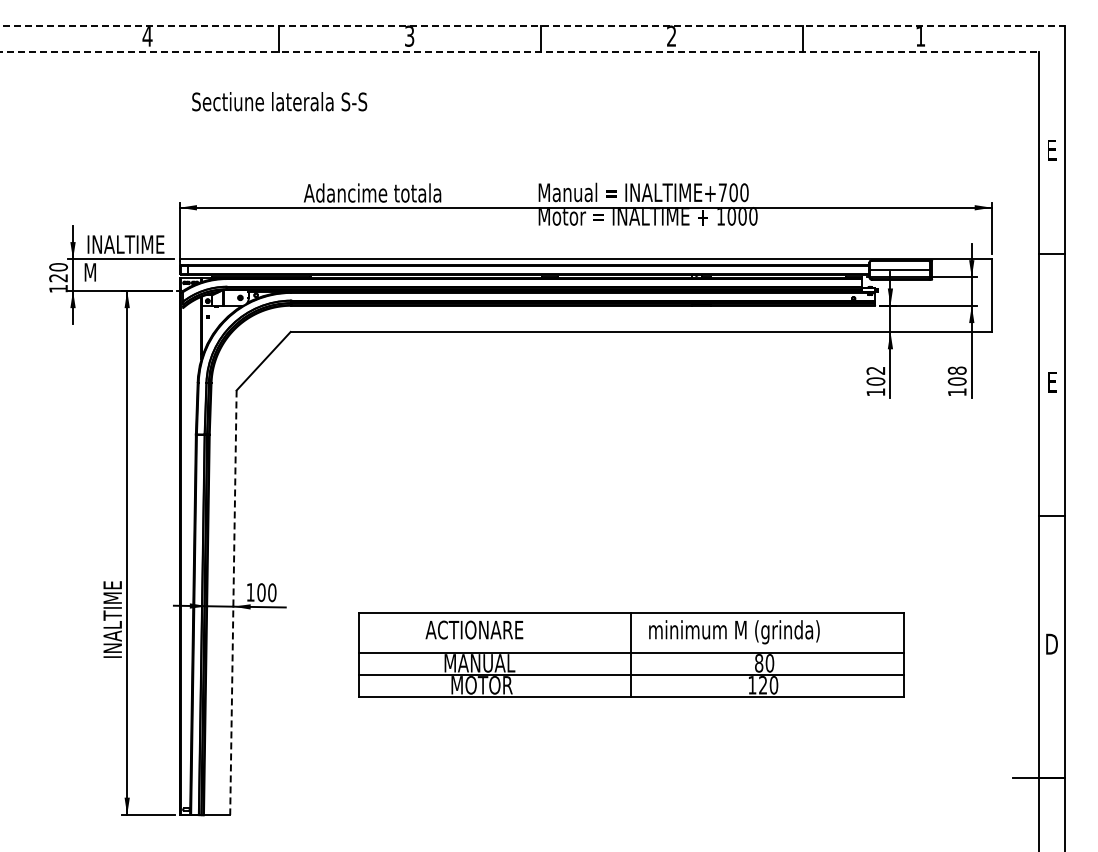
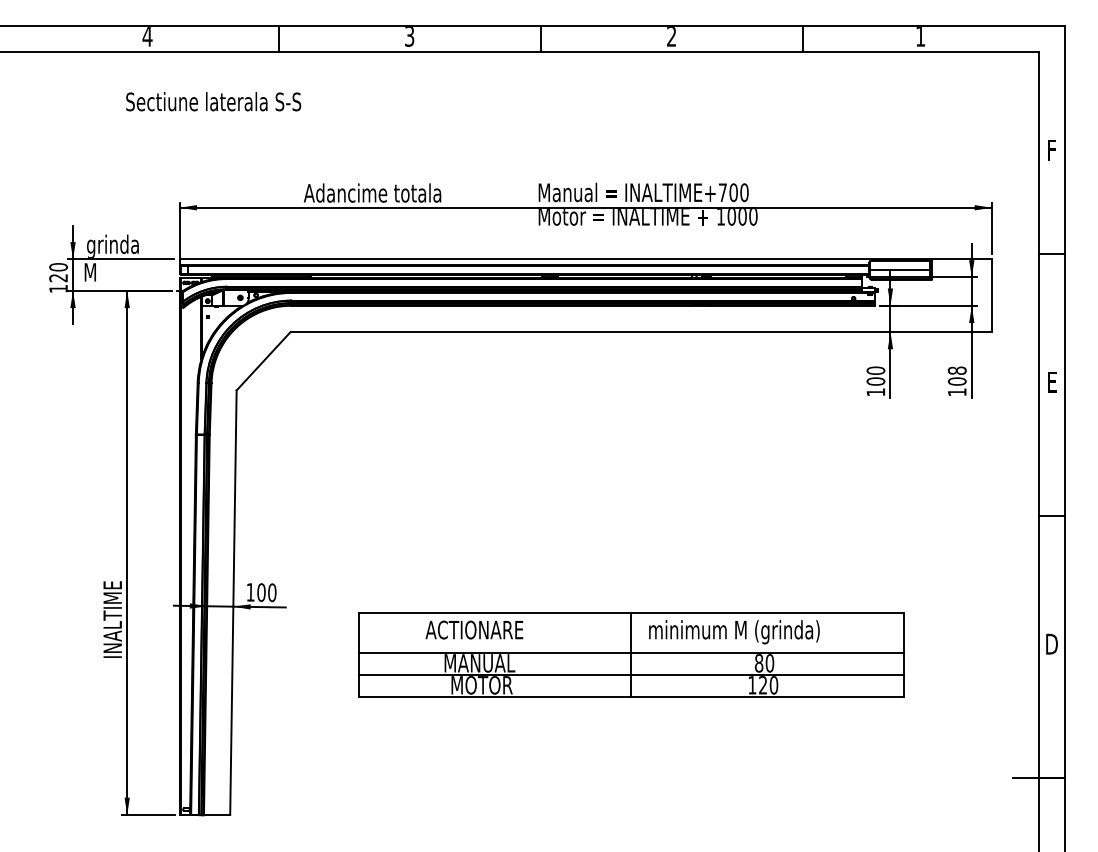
line at (533, 26): dashed -> solid
line at (520, 52): dashed -> solid
text at (279, 101) position: (279, 101) -> (213, 101)
text at (1052, 151): E -> F
text at (125, 245): INALTIME -> grinda
text at (875, 370): 102 -> 100
line at (233, 603): dashed -> solid
